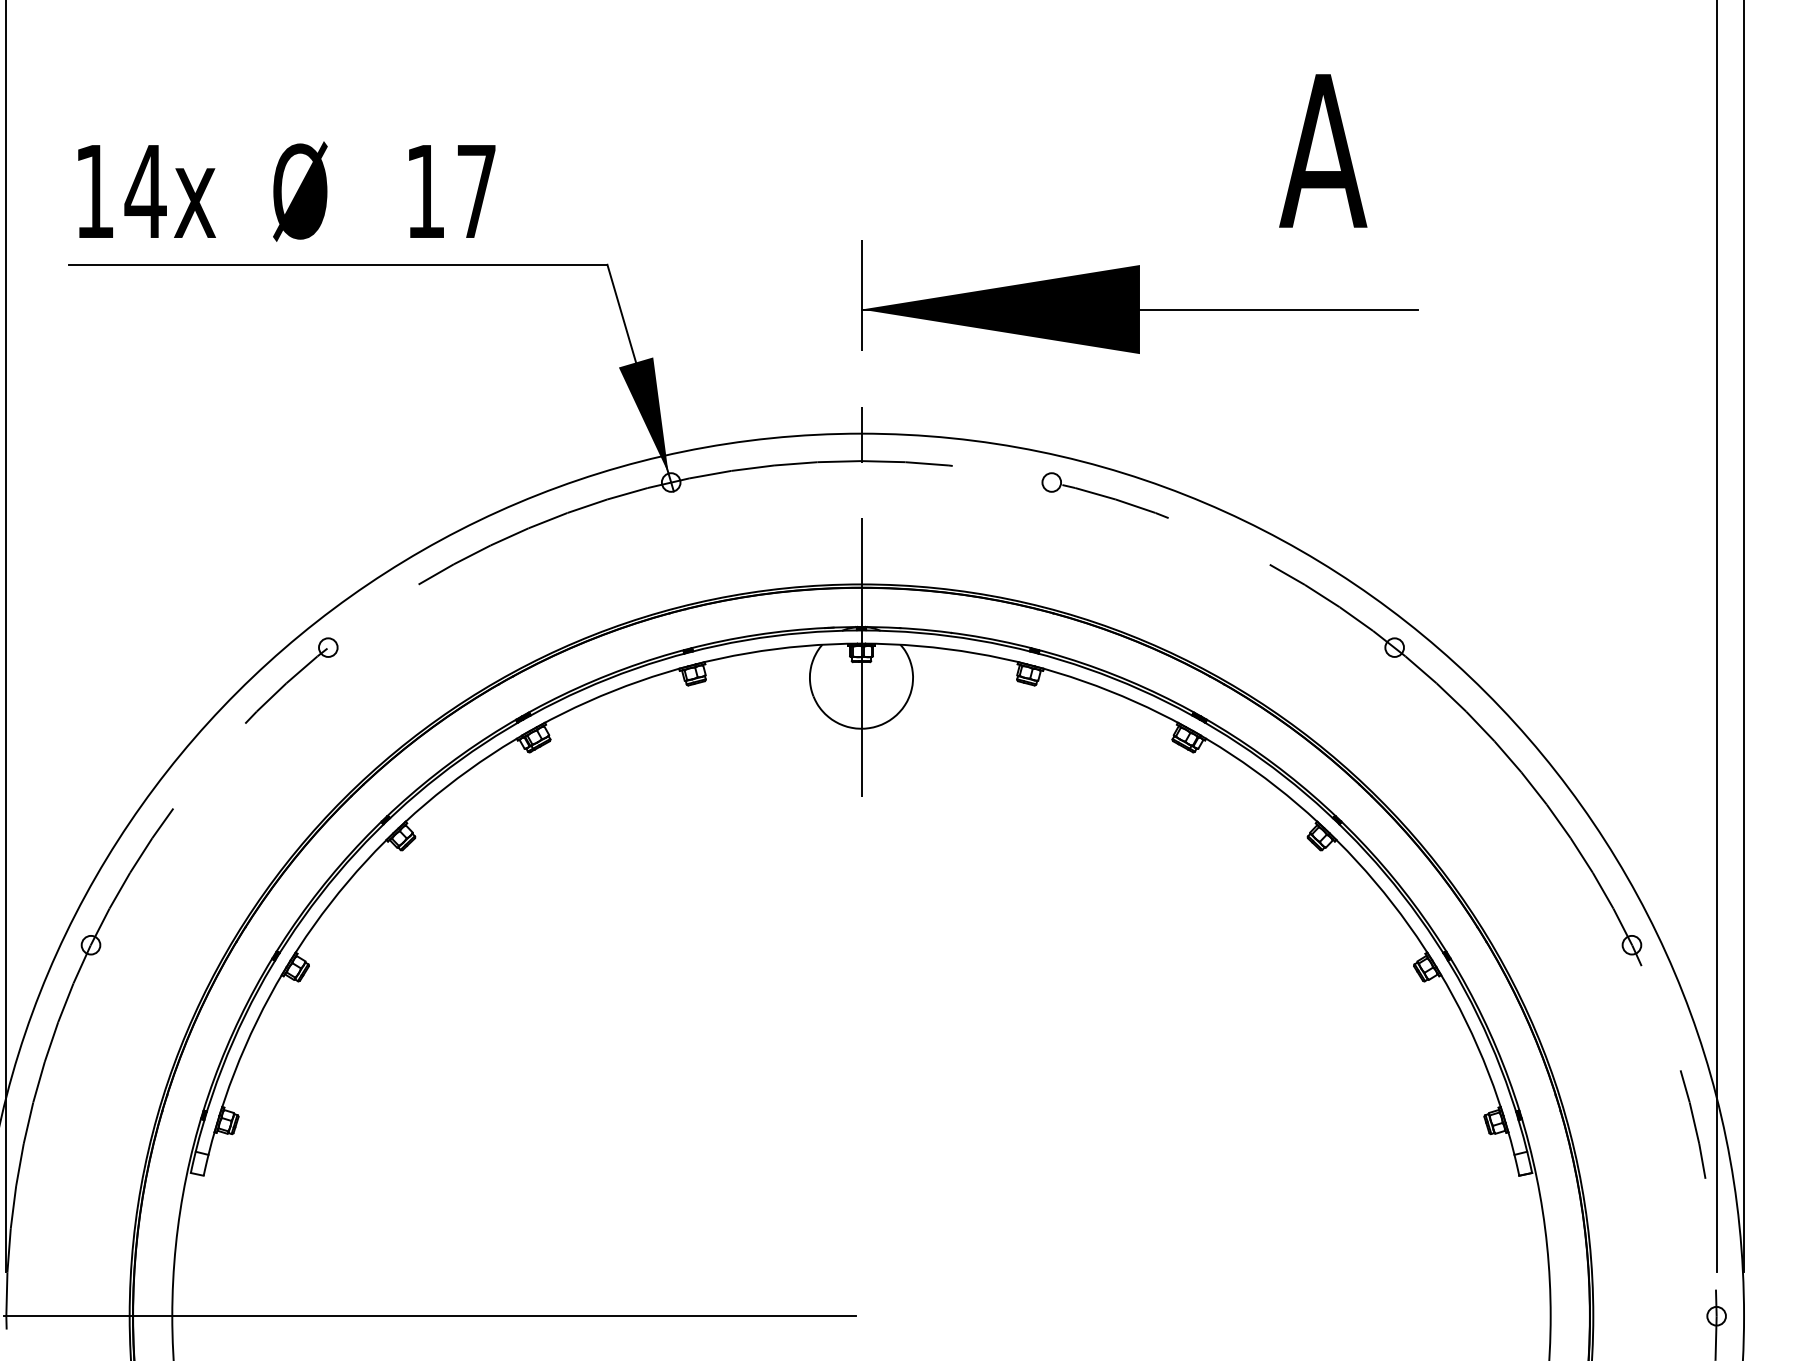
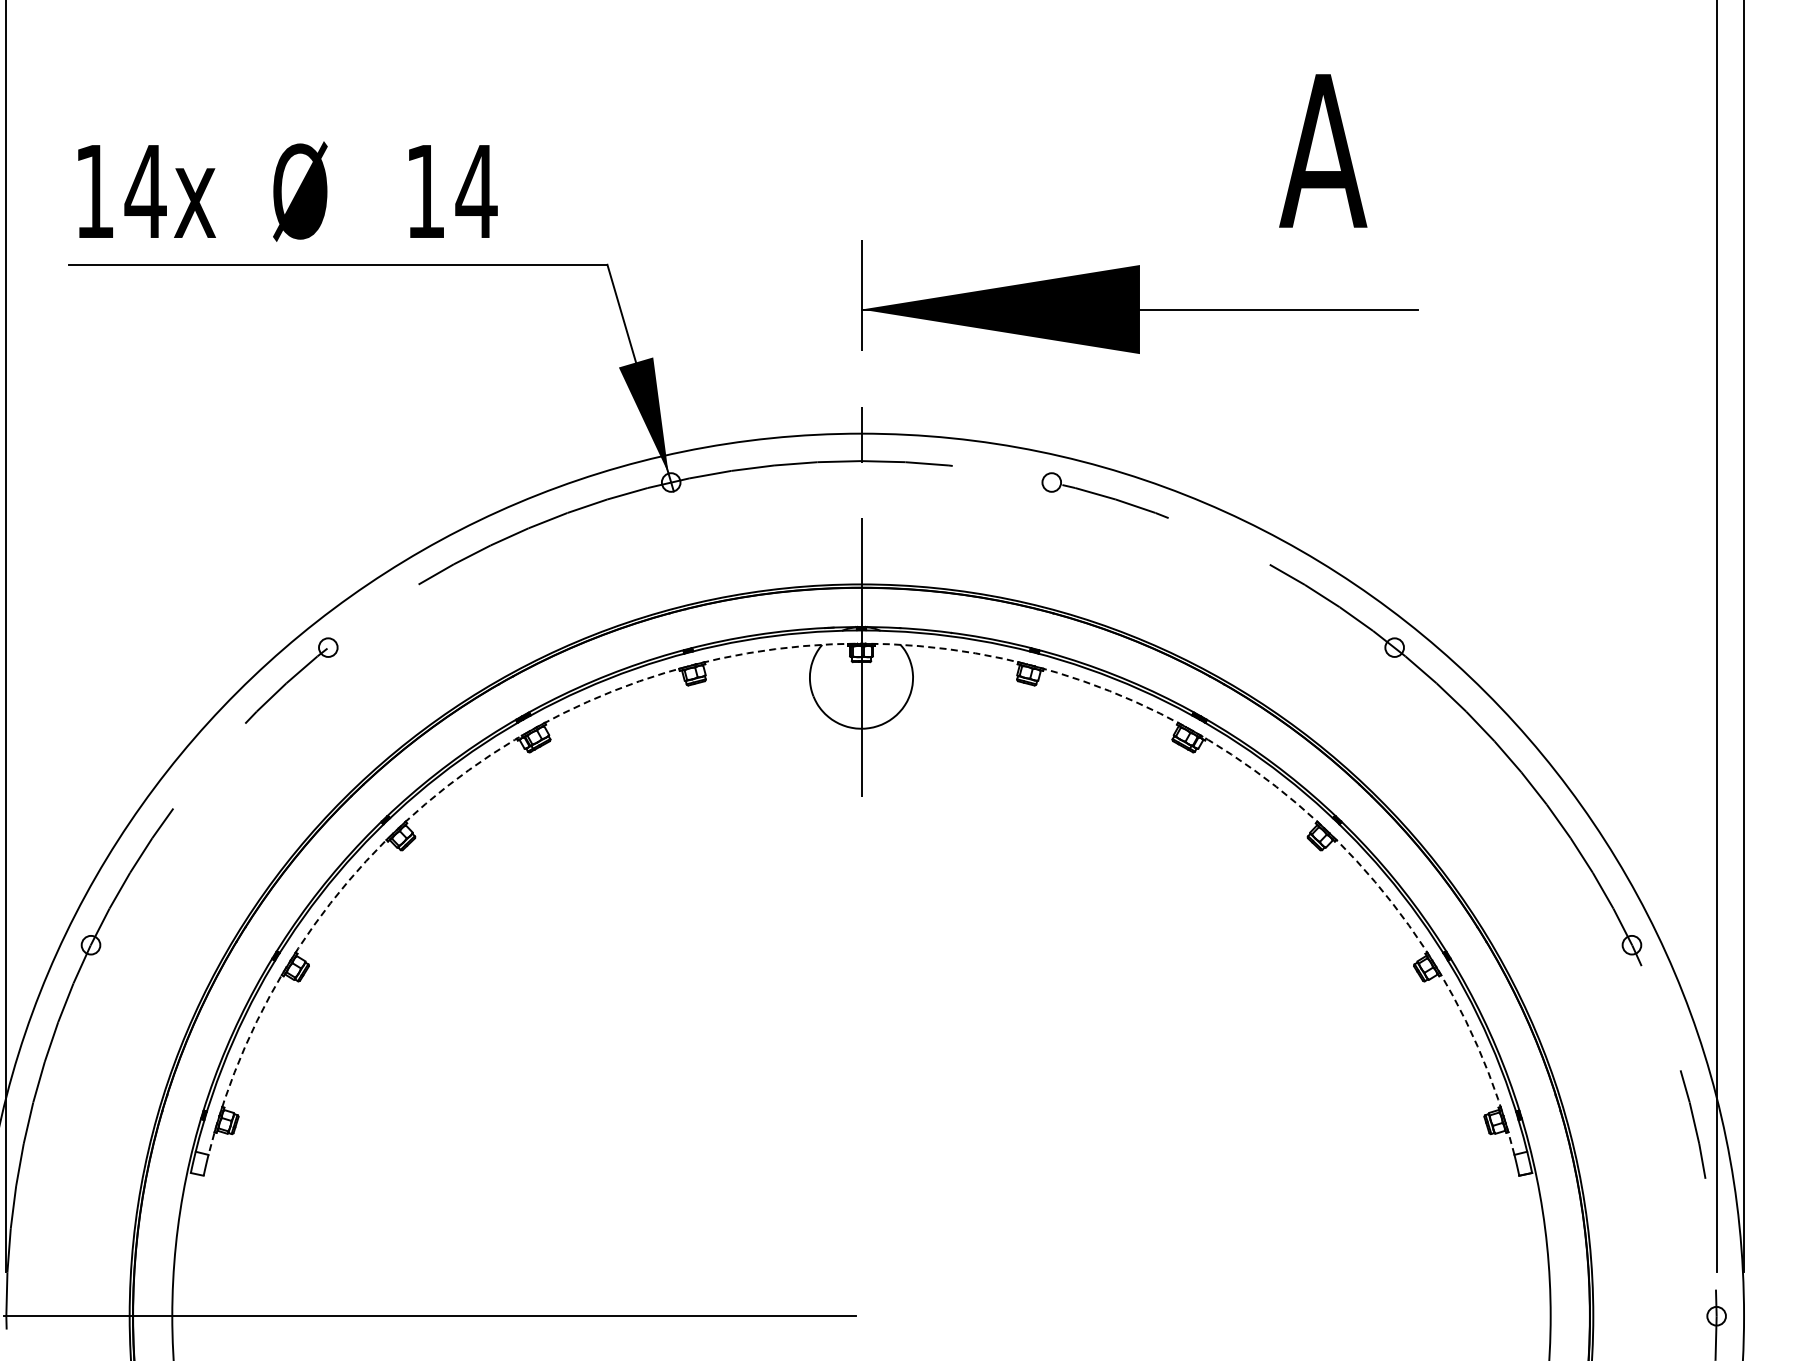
text at (476, 191): 17 -> 14
arc at (861, 643): solid -> dashed
